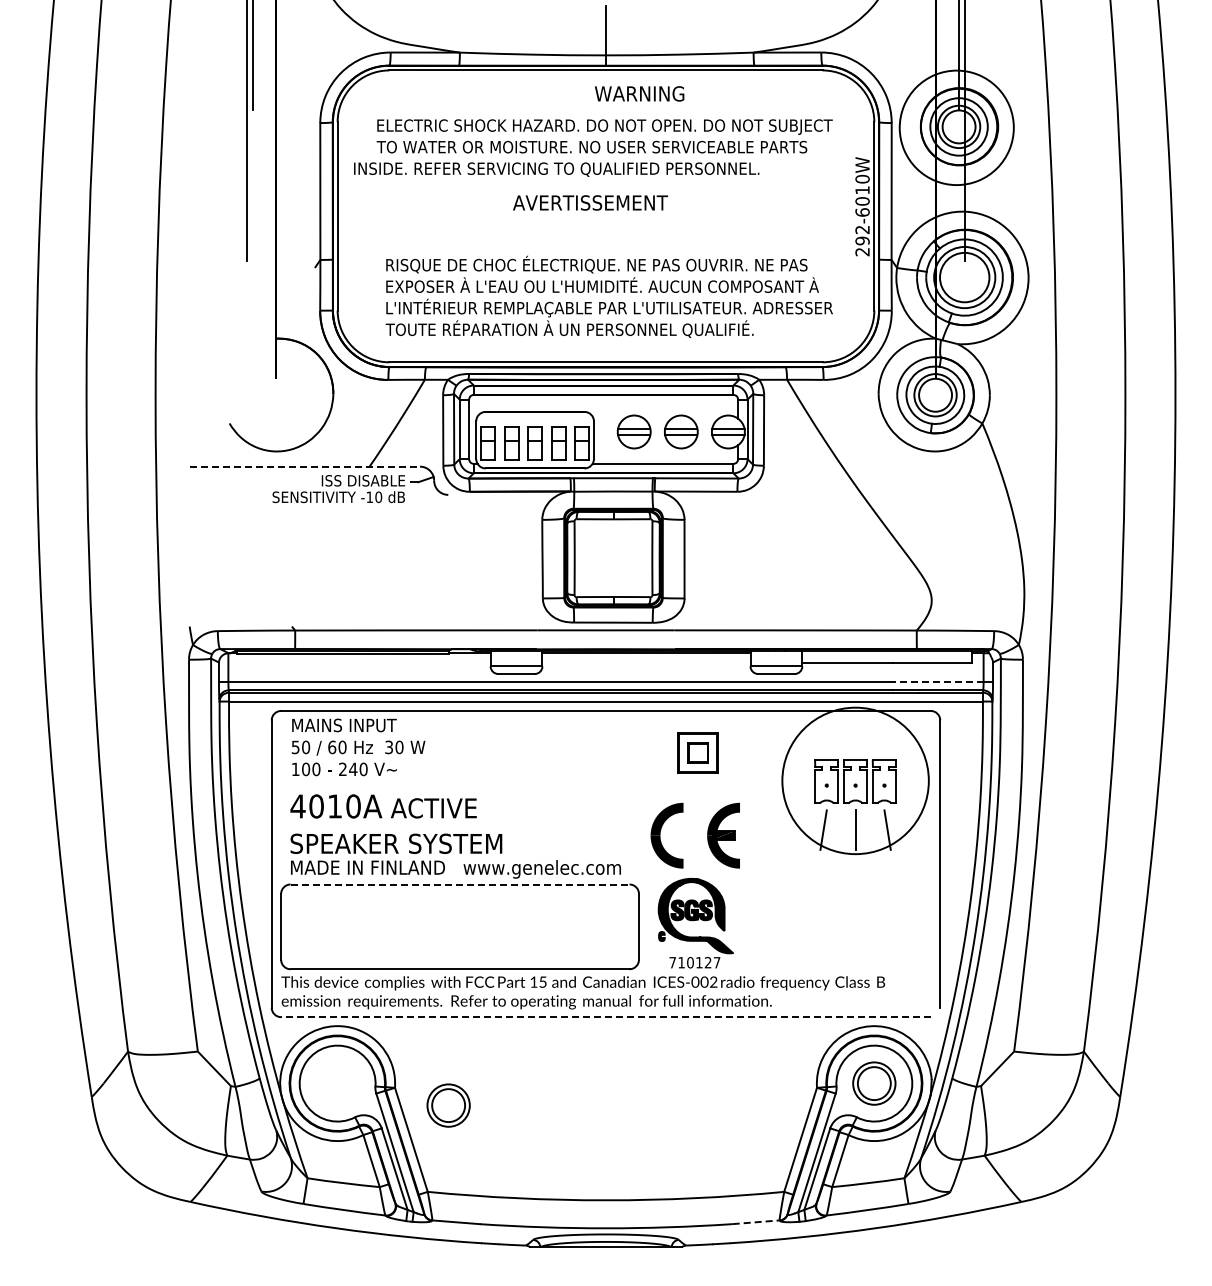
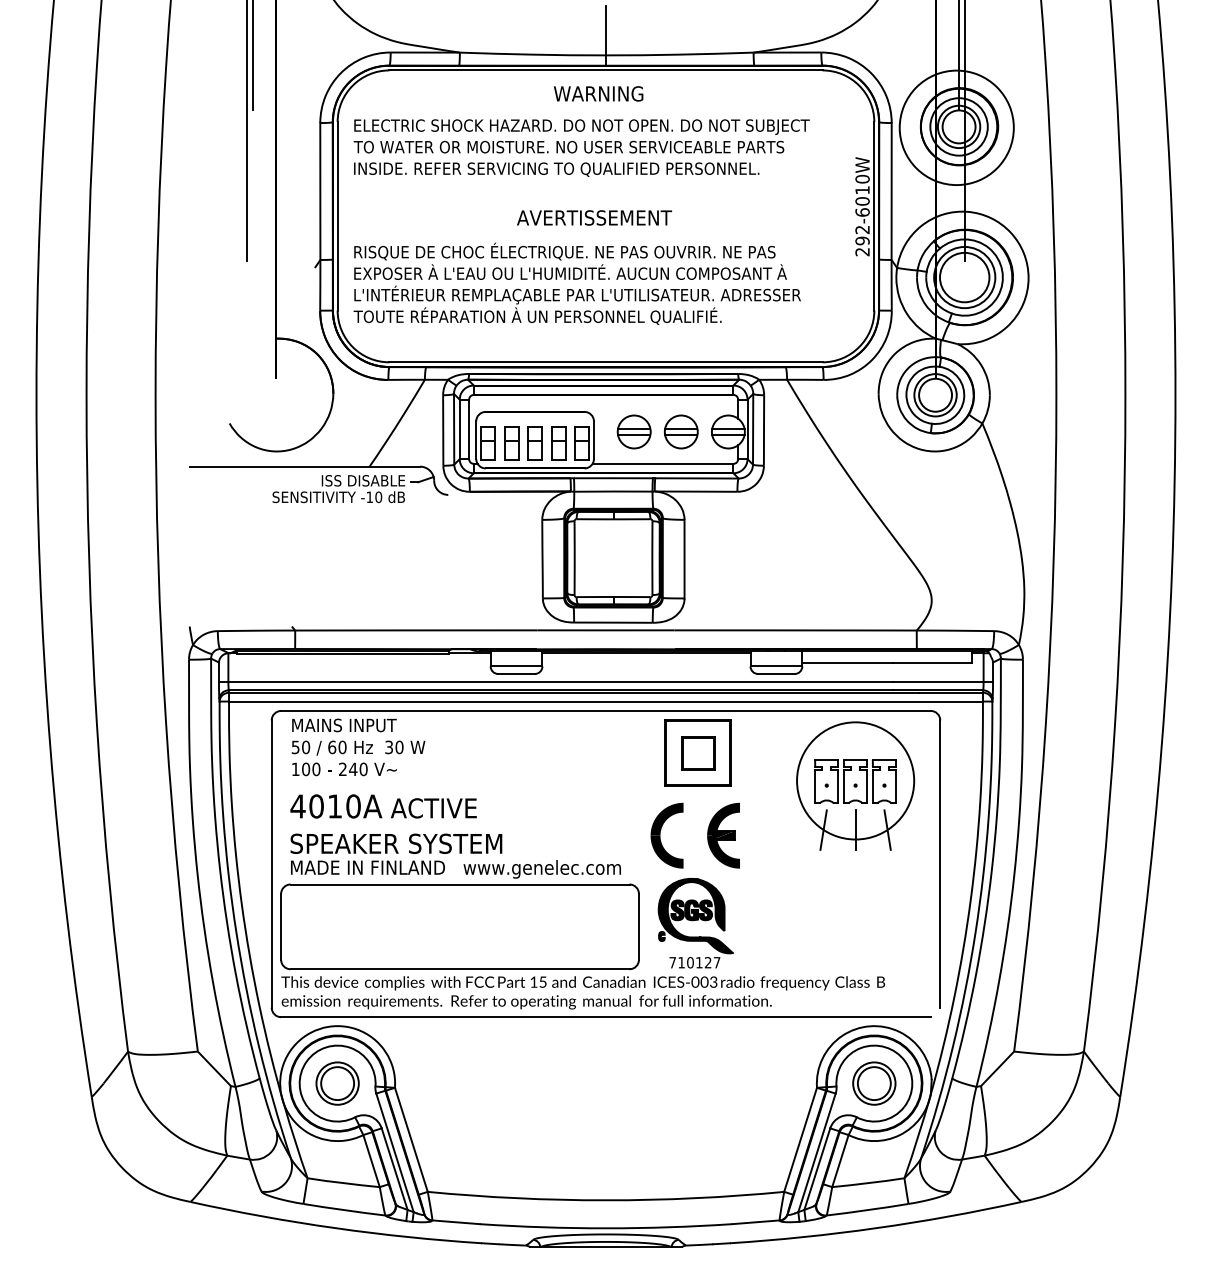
text at (639, 93) position: (639, 93) -> (598, 93)
text at (604, 136) position: (604, 136) -> (581, 136)
text at (590, 202) position: (590, 202) -> (594, 217)
text at (608, 296) position: (608, 296) -> (576, 283)
line at (305, 466): dashed -> solid
line at (937, 681): dashed -> solid
part at (697, 752) size: 42x42 px -> 68x68 px
circle at (855, 780) diameter: 146 px -> 117 px
line at (460, 884): dashed -> solid
text at (713, 983): ICES-002 -> ICES-003
line at (605, 1017): dashed -> solid
part at (448, 1105) position: (448, 1105) -> (337, 1083)
line at (756, 1222): dashed -> solid
